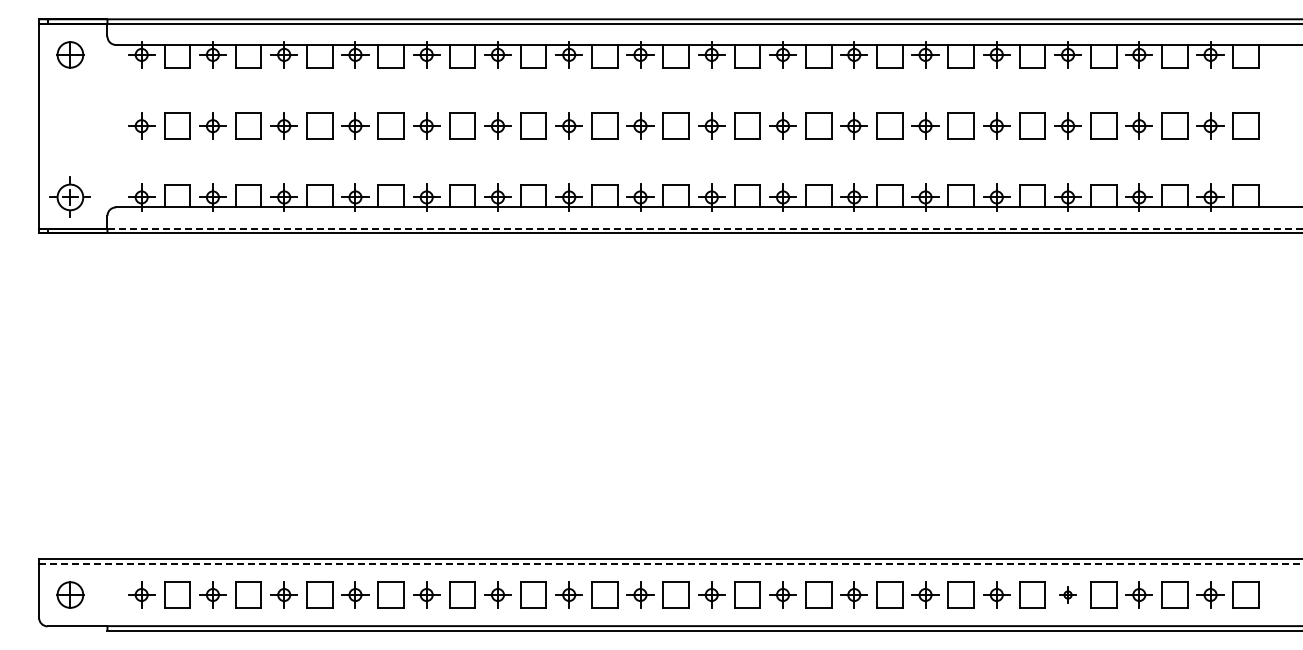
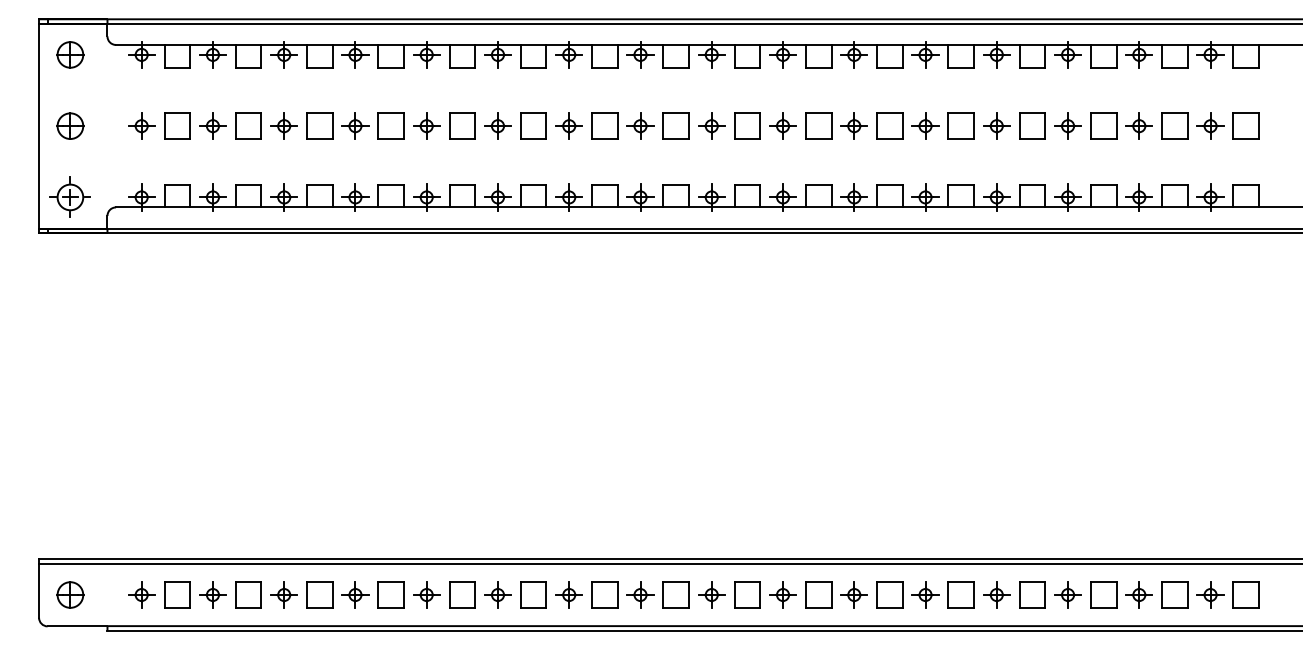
part at (70, 125): none -> present
line at (670, 228): dashed -> solid
line at (670, 563): dashed -> solid
part at (1067, 594) size: 18x18 px -> 28x28 px
